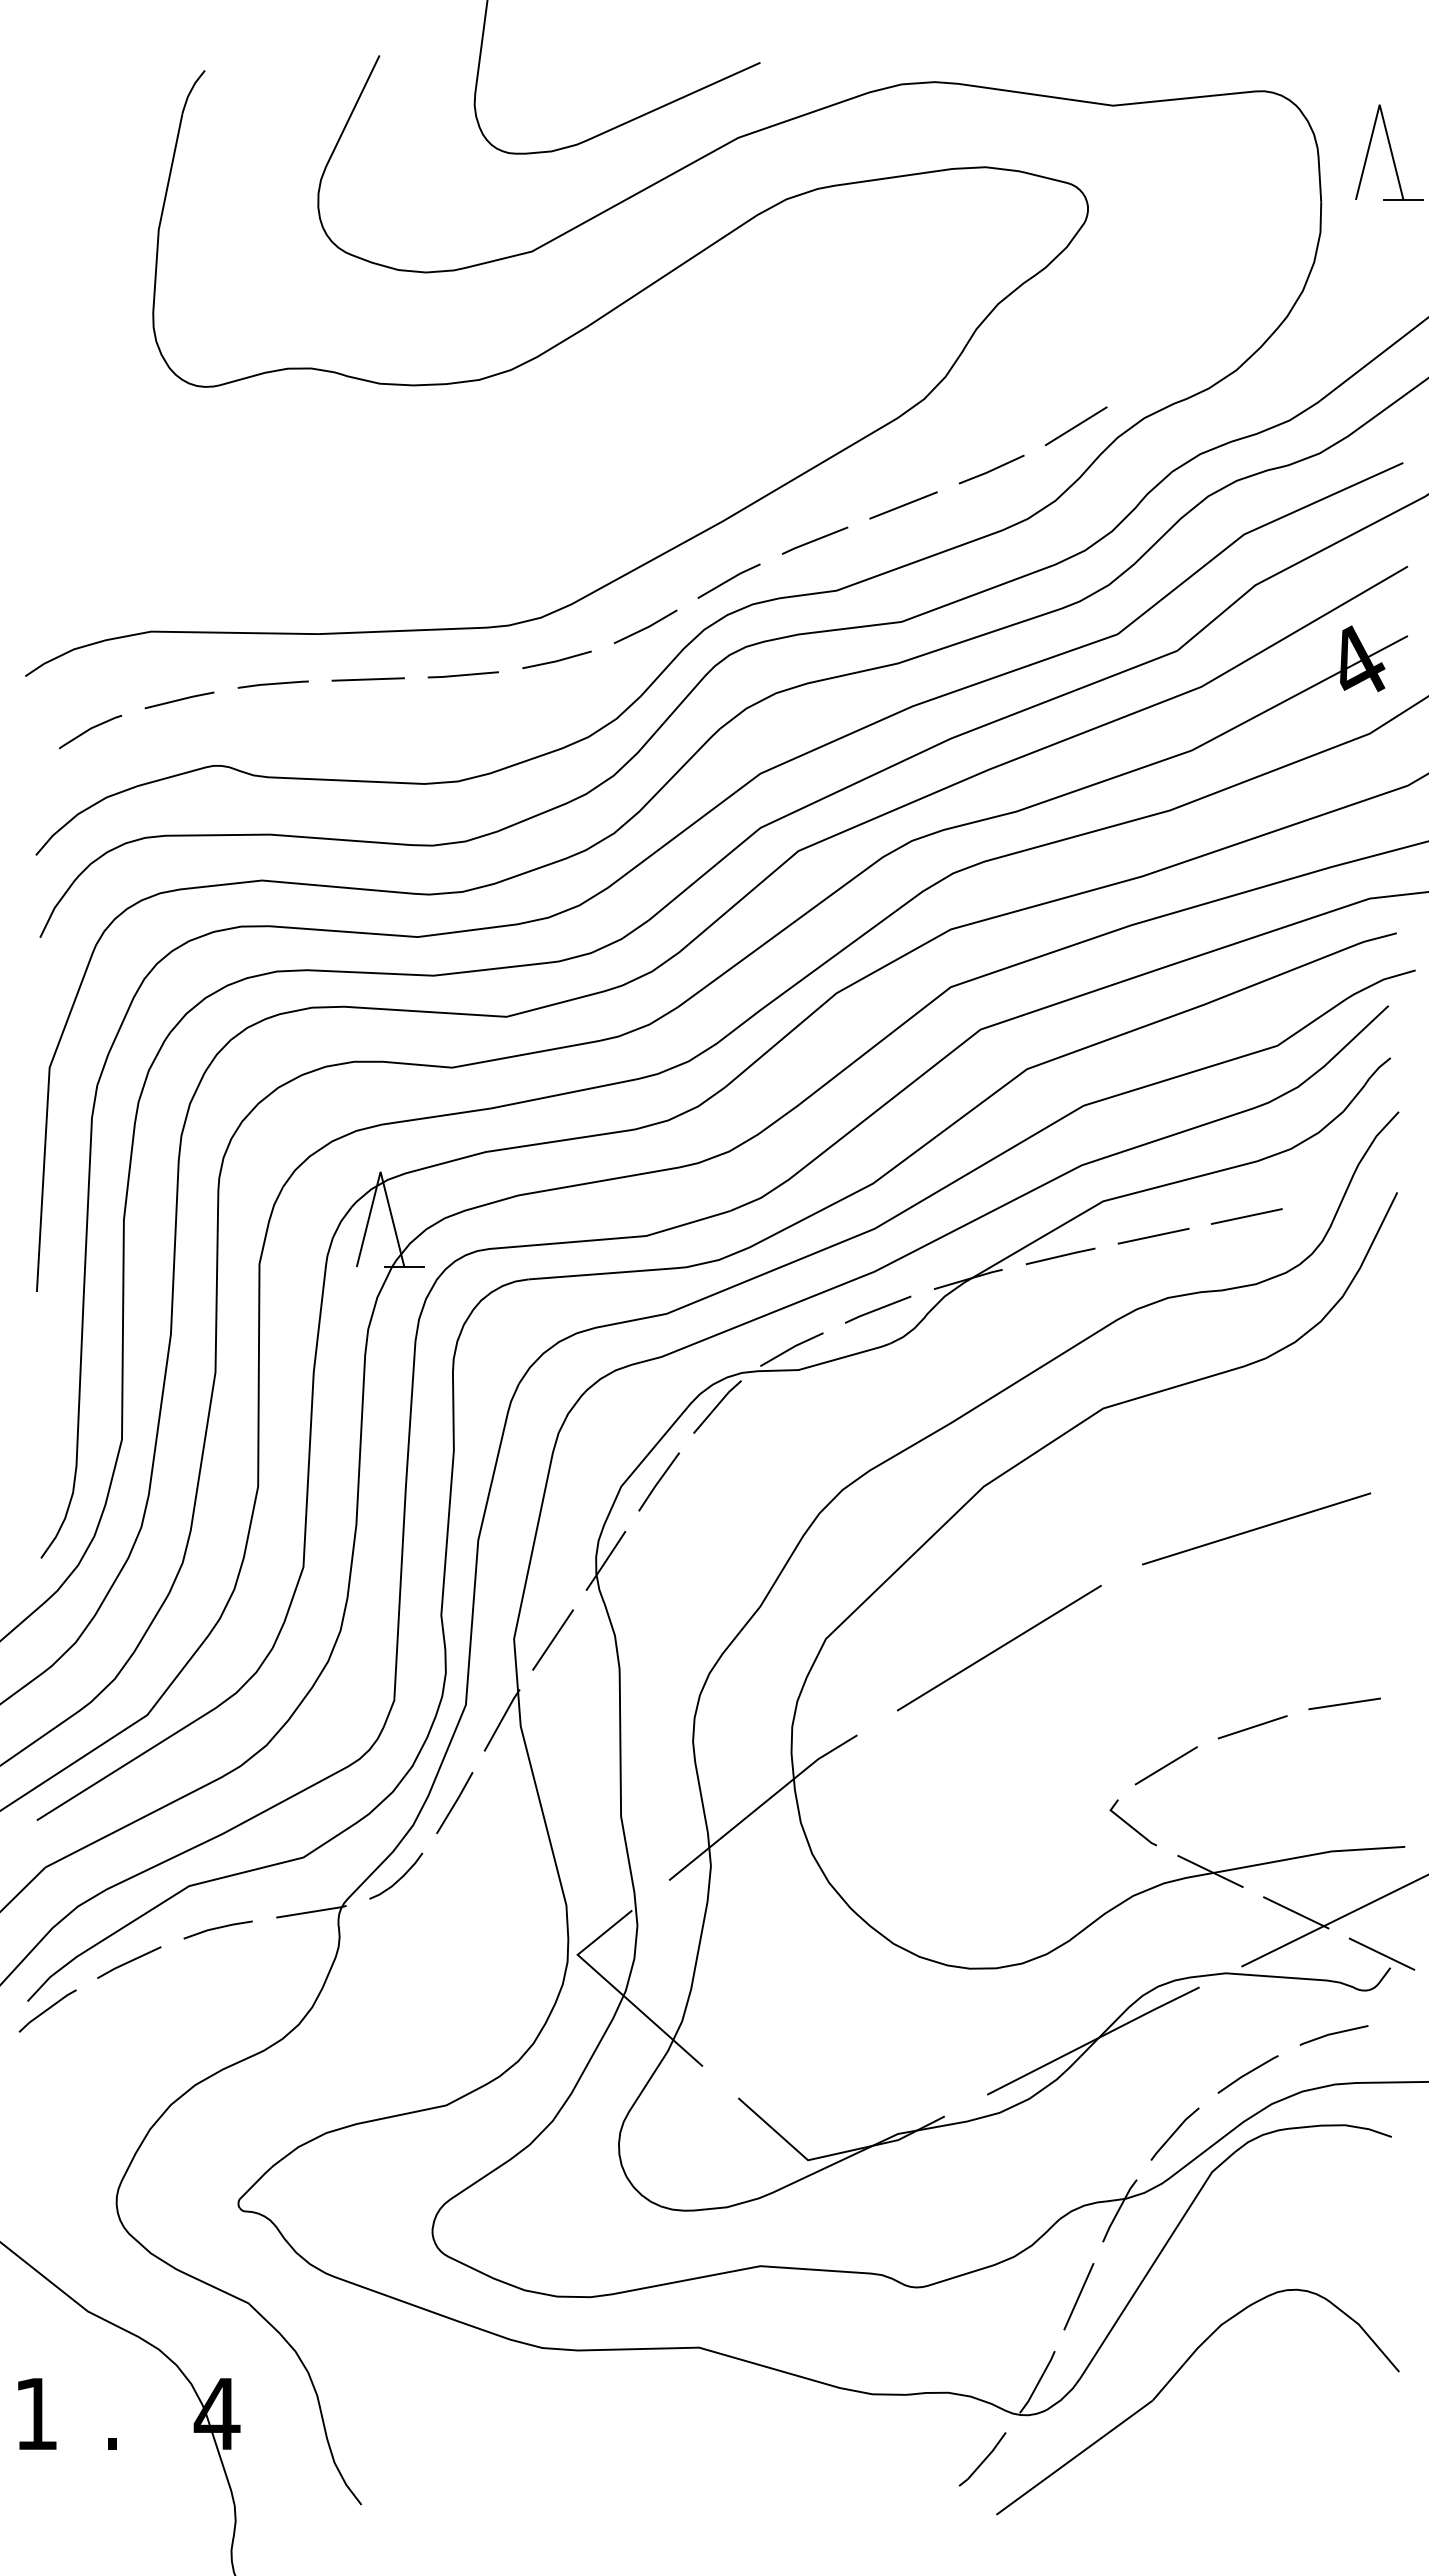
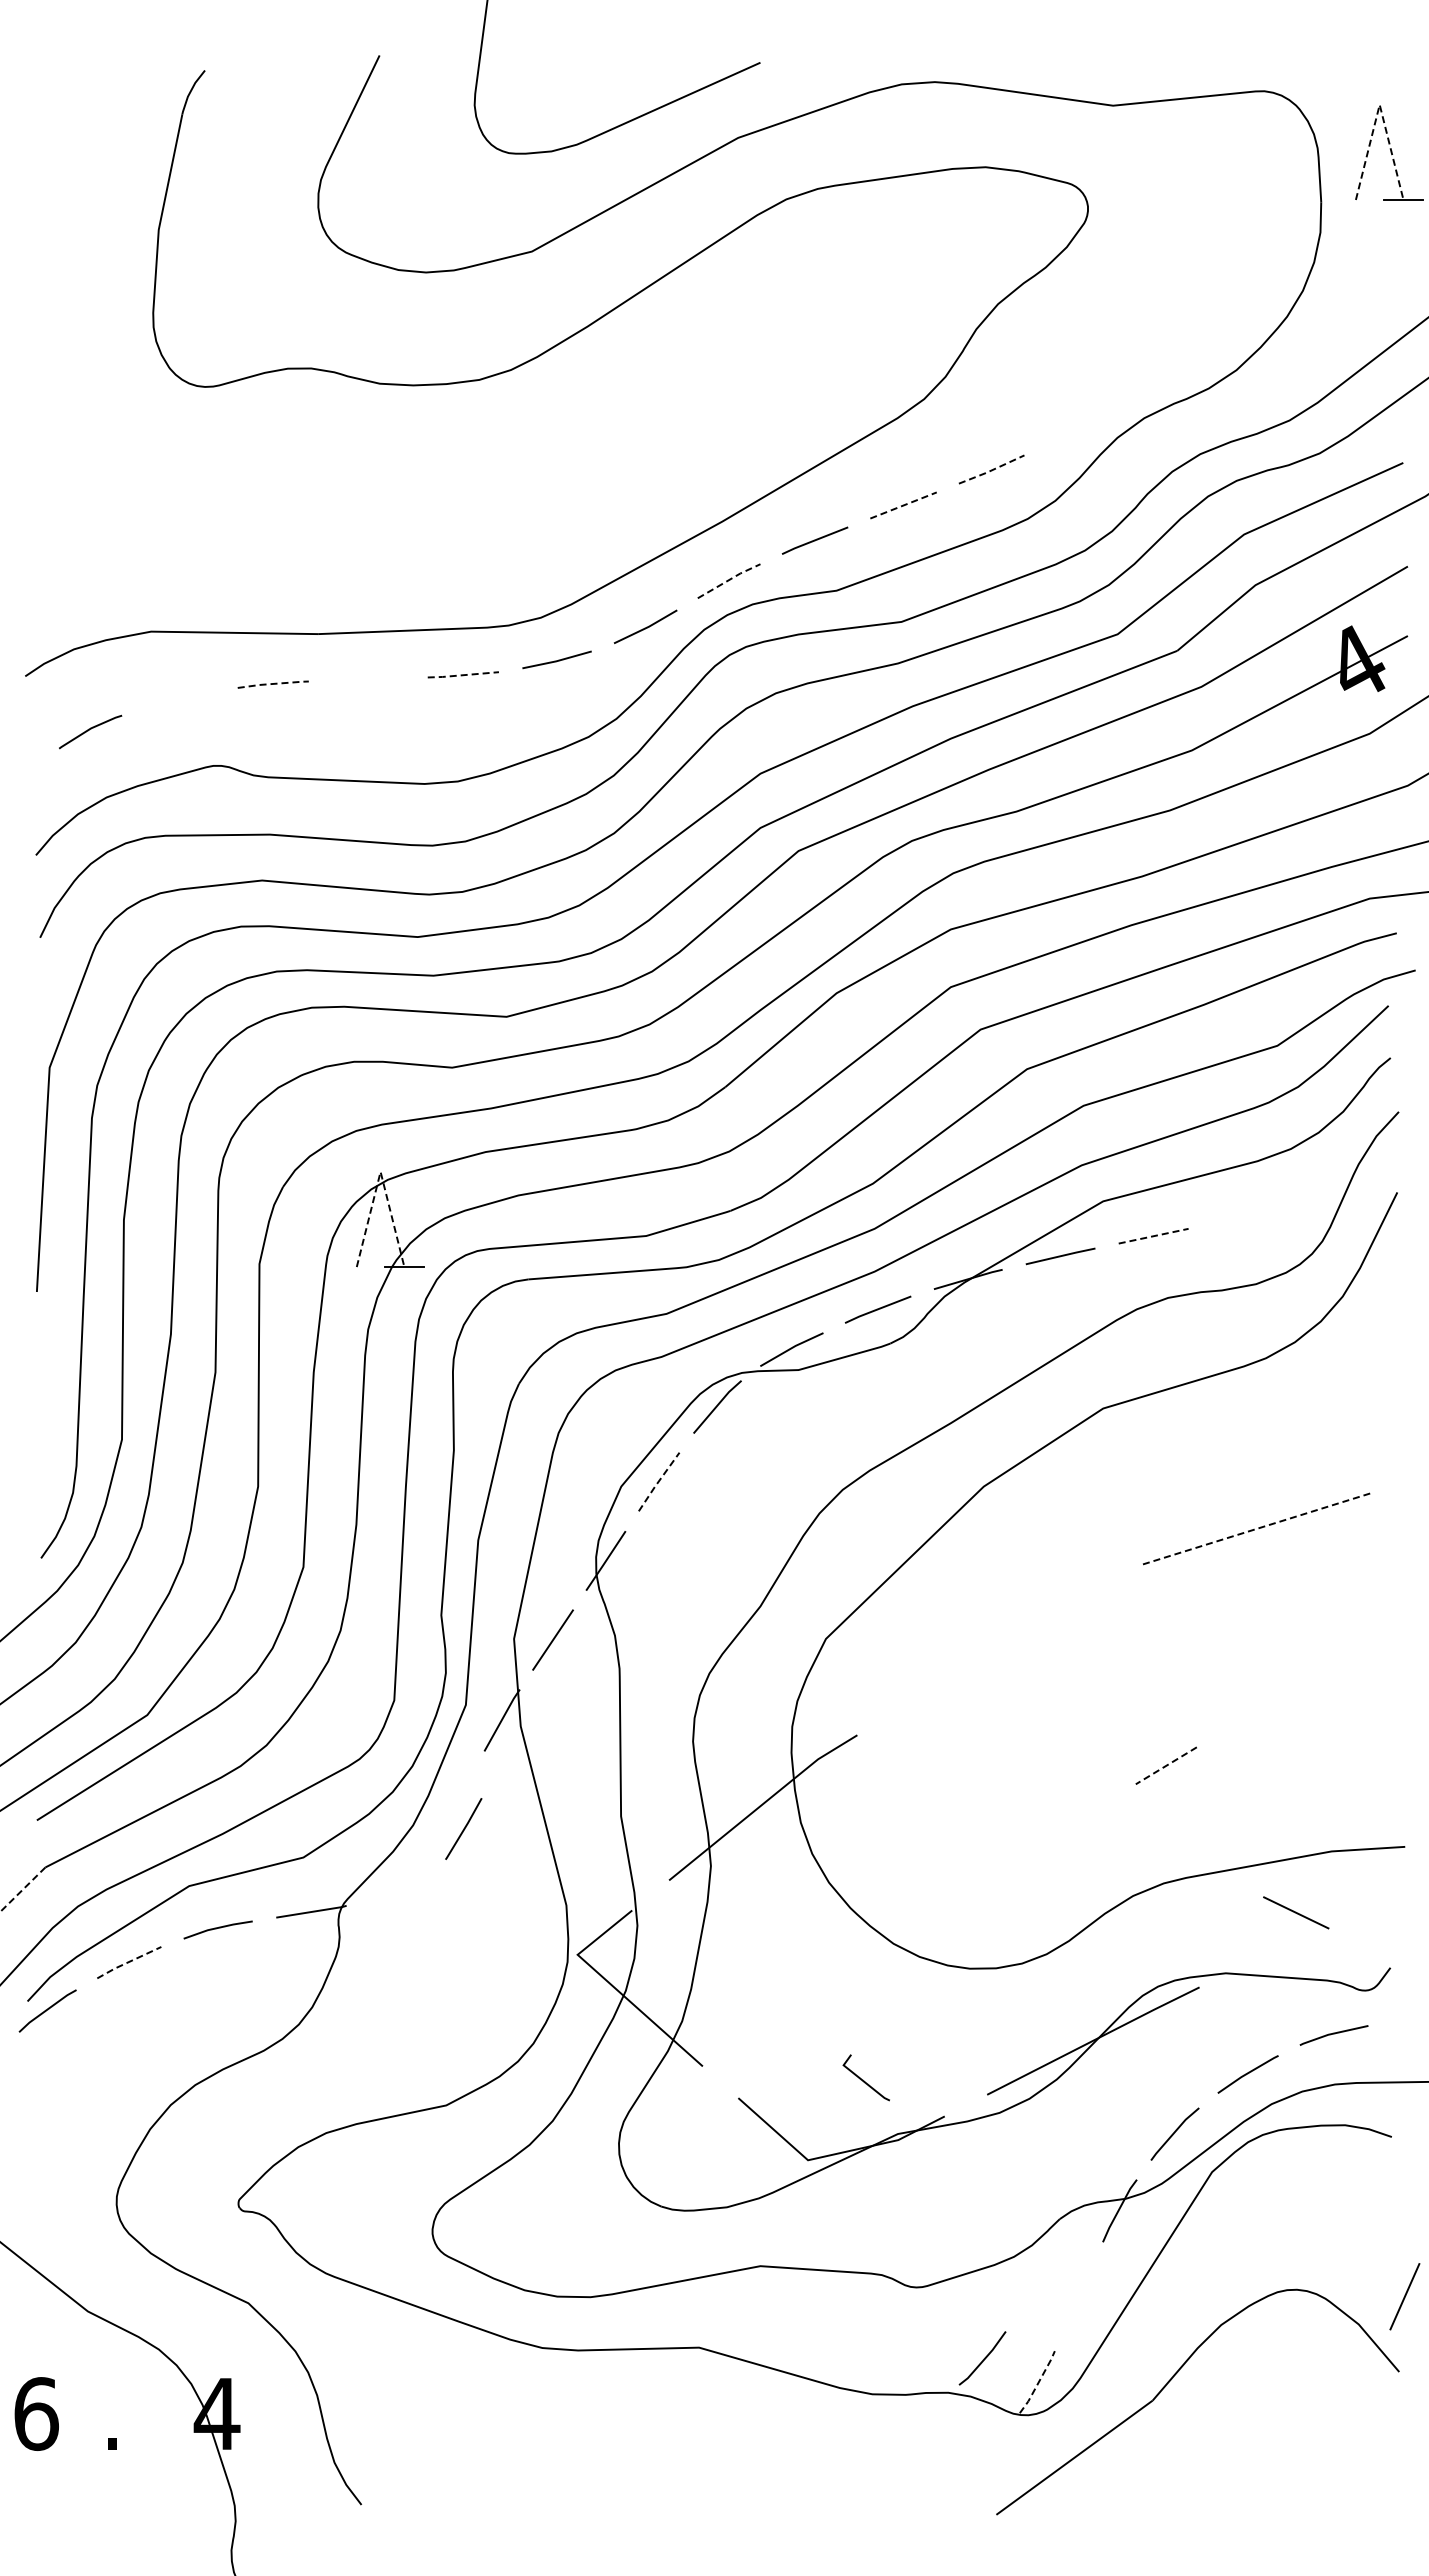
line at (1379, 104): solid -> dashed
line at (1075, 426): present -> none
line at (991, 470): solid -> dashed
line at (903, 505): solid -> dashed
line at (729, 580): solid -> dashed
line at (463, 675): solid -> dashed
line at (367, 679): present -> none
line at (273, 683): solid -> dashed
line at (179, 700): present -> none
line at (380, 1171): solid -> dashed
line at (1246, 1216): present -> none
line at (1153, 1236): solid -> dashed
line at (658, 1482): solid -> dashed
line at (1256, 1529): solid -> dashed
line at (998, 1647): present -> none
line at (1344, 1703): present -> none
line at (1252, 1727): present -> none
line at (1166, 1765): solid -> dashed
line at (454, 1802) position: (454, 1802) -> (463, 1828)
line at (1130, 1824) position: (1130, 1824) -> (863, 2079)
line at (1210, 1870): present -> none
curve at (399, 1878): present -> none
line at (22, 1889): solid -> dashed
line at (1333, 1921): present -> none
line at (1381, 1953): present -> none
line at (128, 1962): solid -> dashed
line at (1078, 2296) position: (1078, 2296) -> (1404, 2296)
line at (1038, 2382): solid -> dashed
text at (36, 2413): 1 -> 6
line at (983, 2459) position: (983, 2459) -> (983, 2358)
